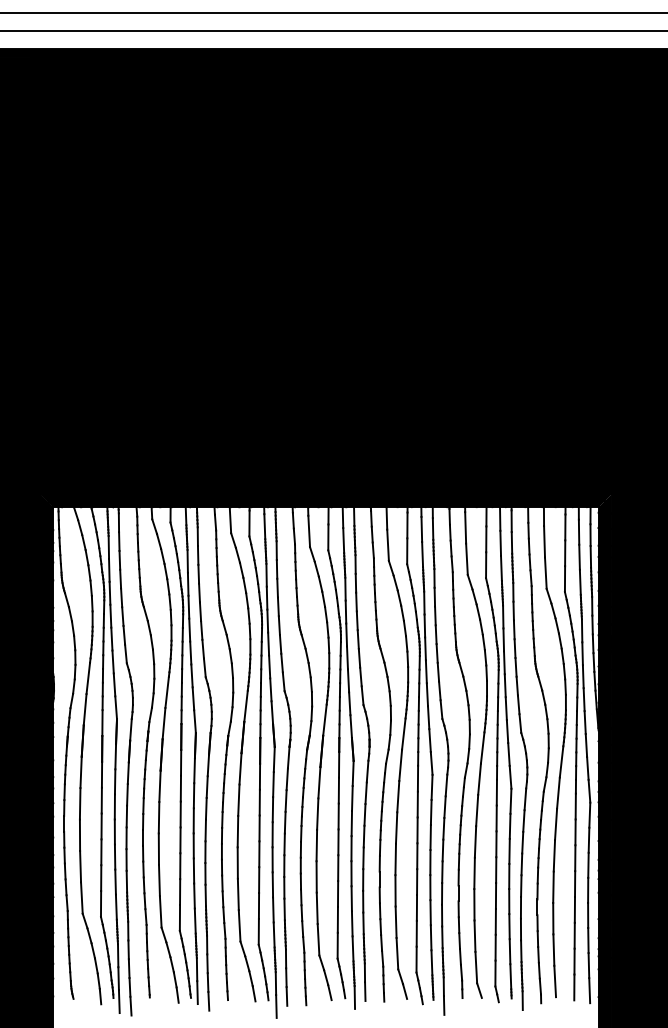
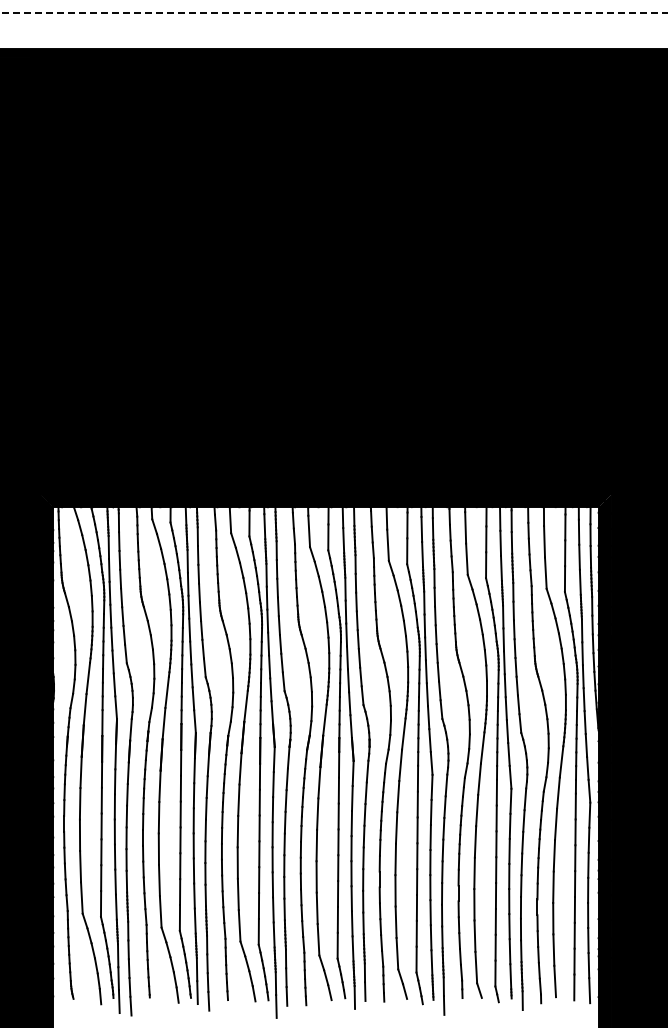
line at (333, 13): solid -> dashed
line at (333, 30): present -> none
